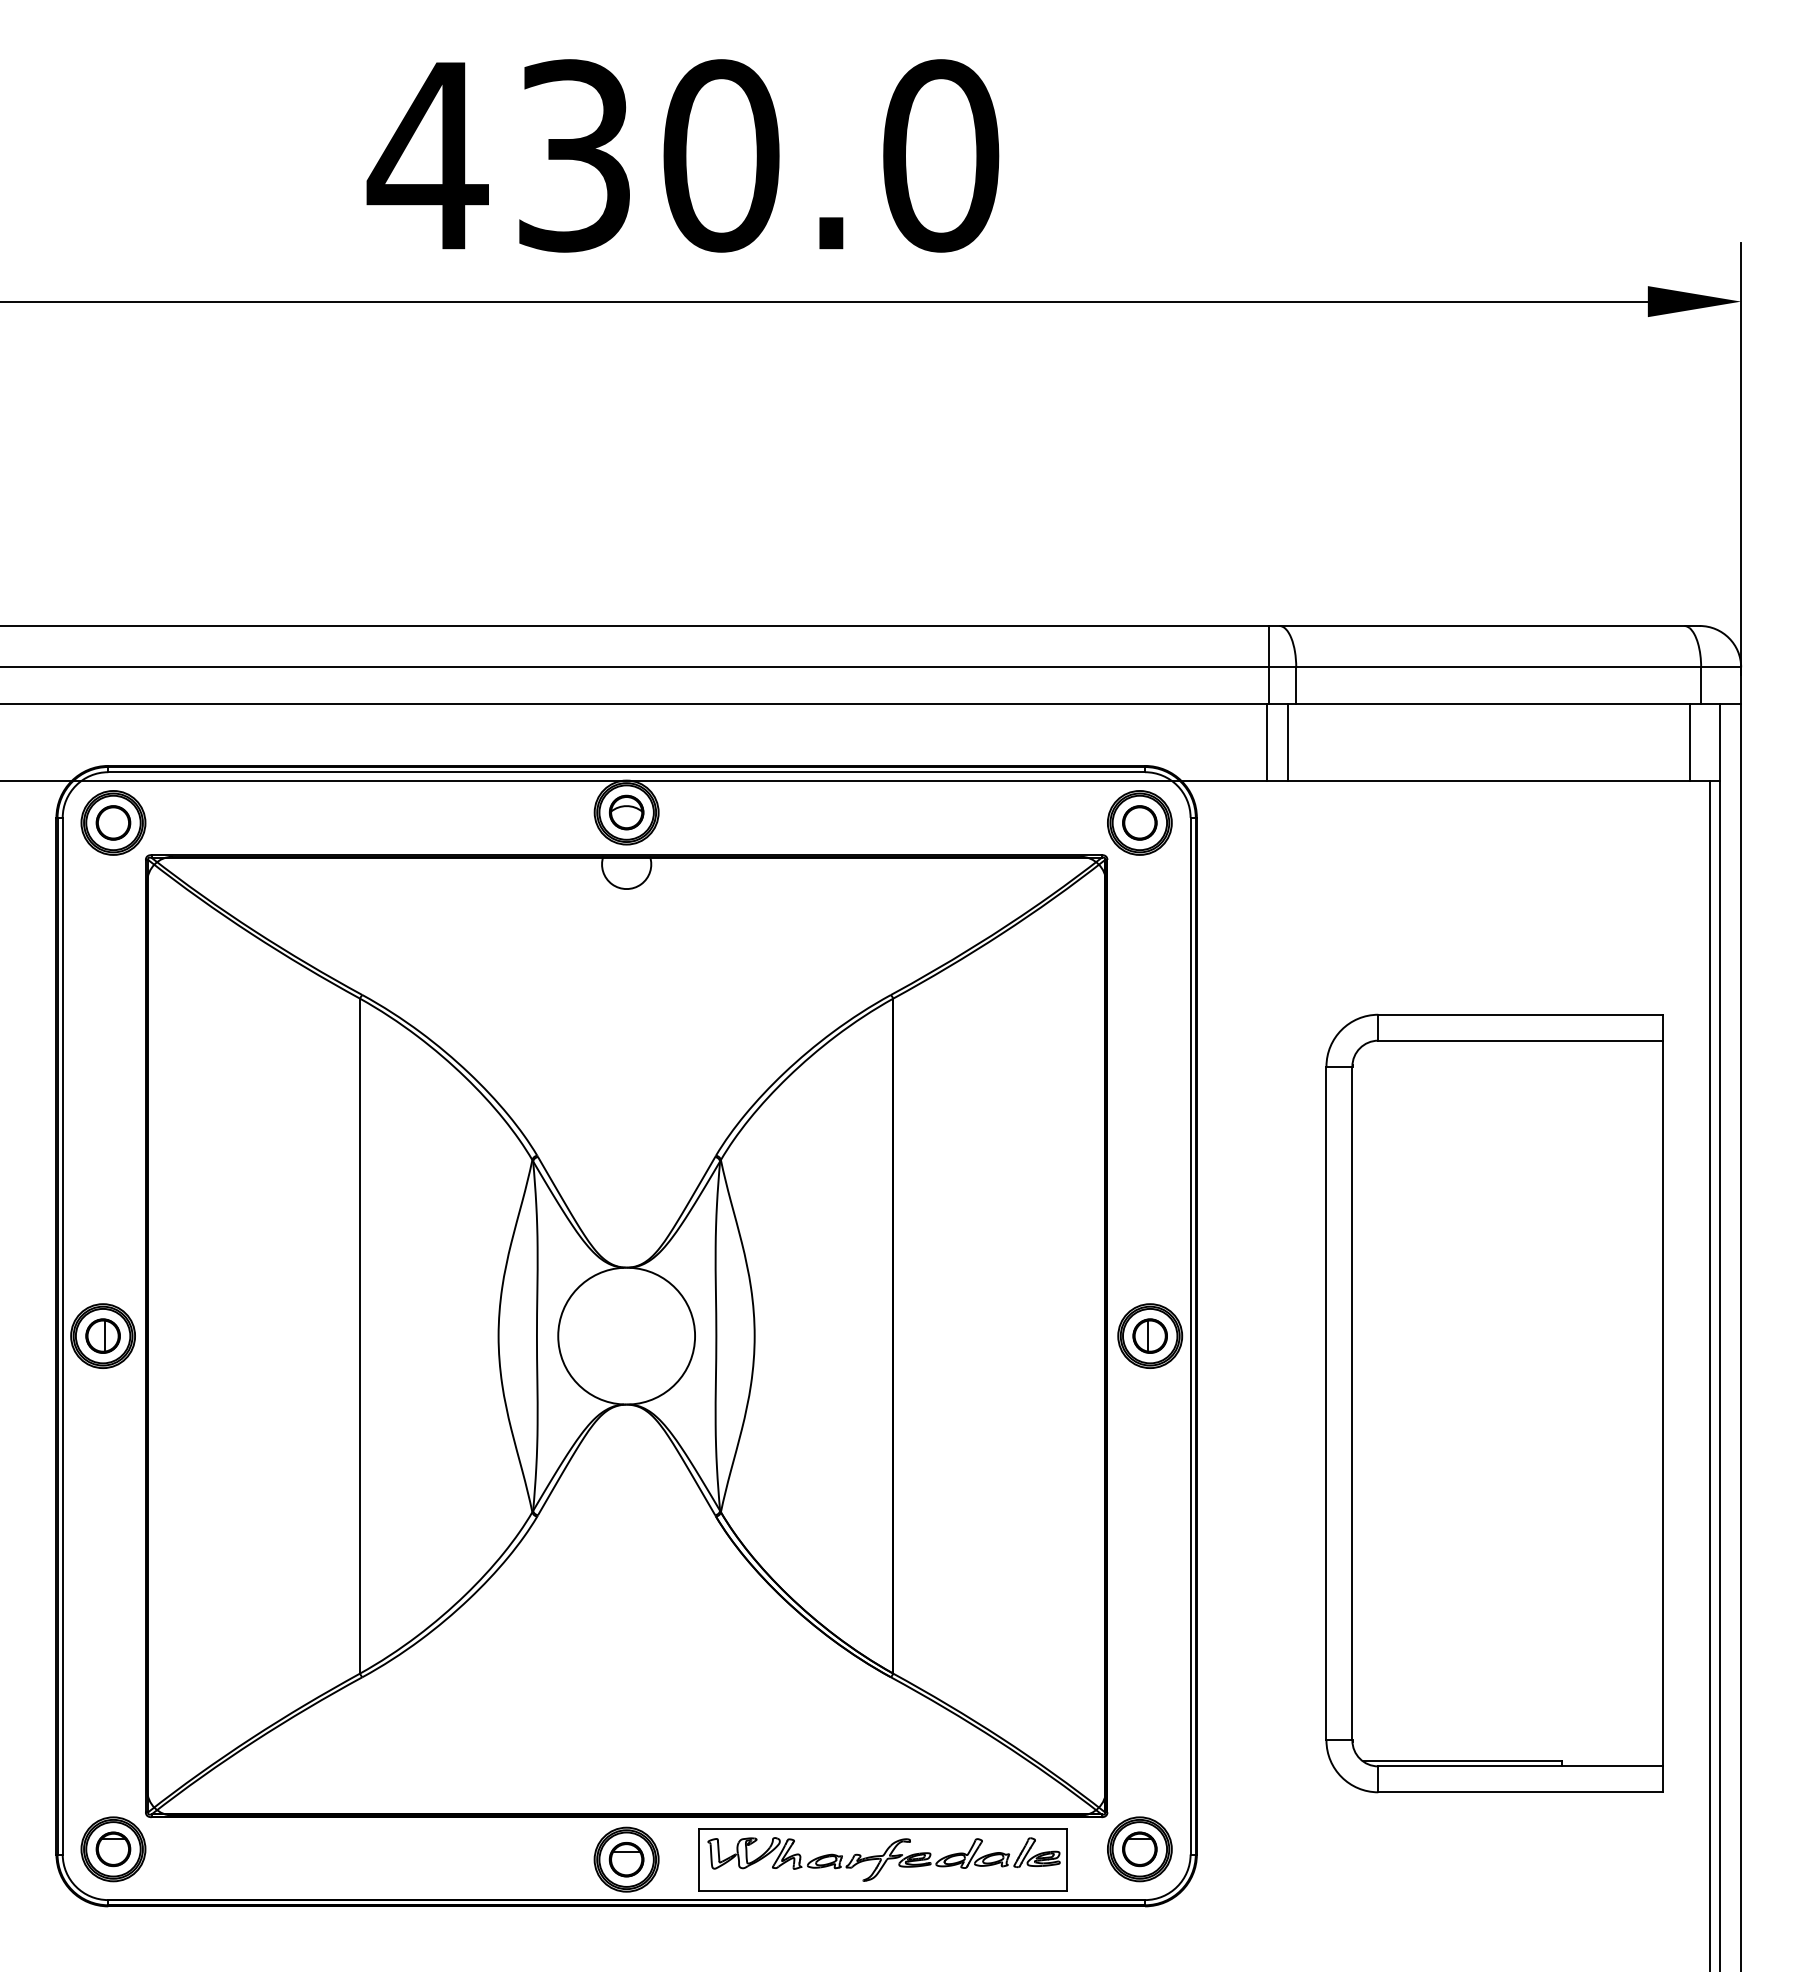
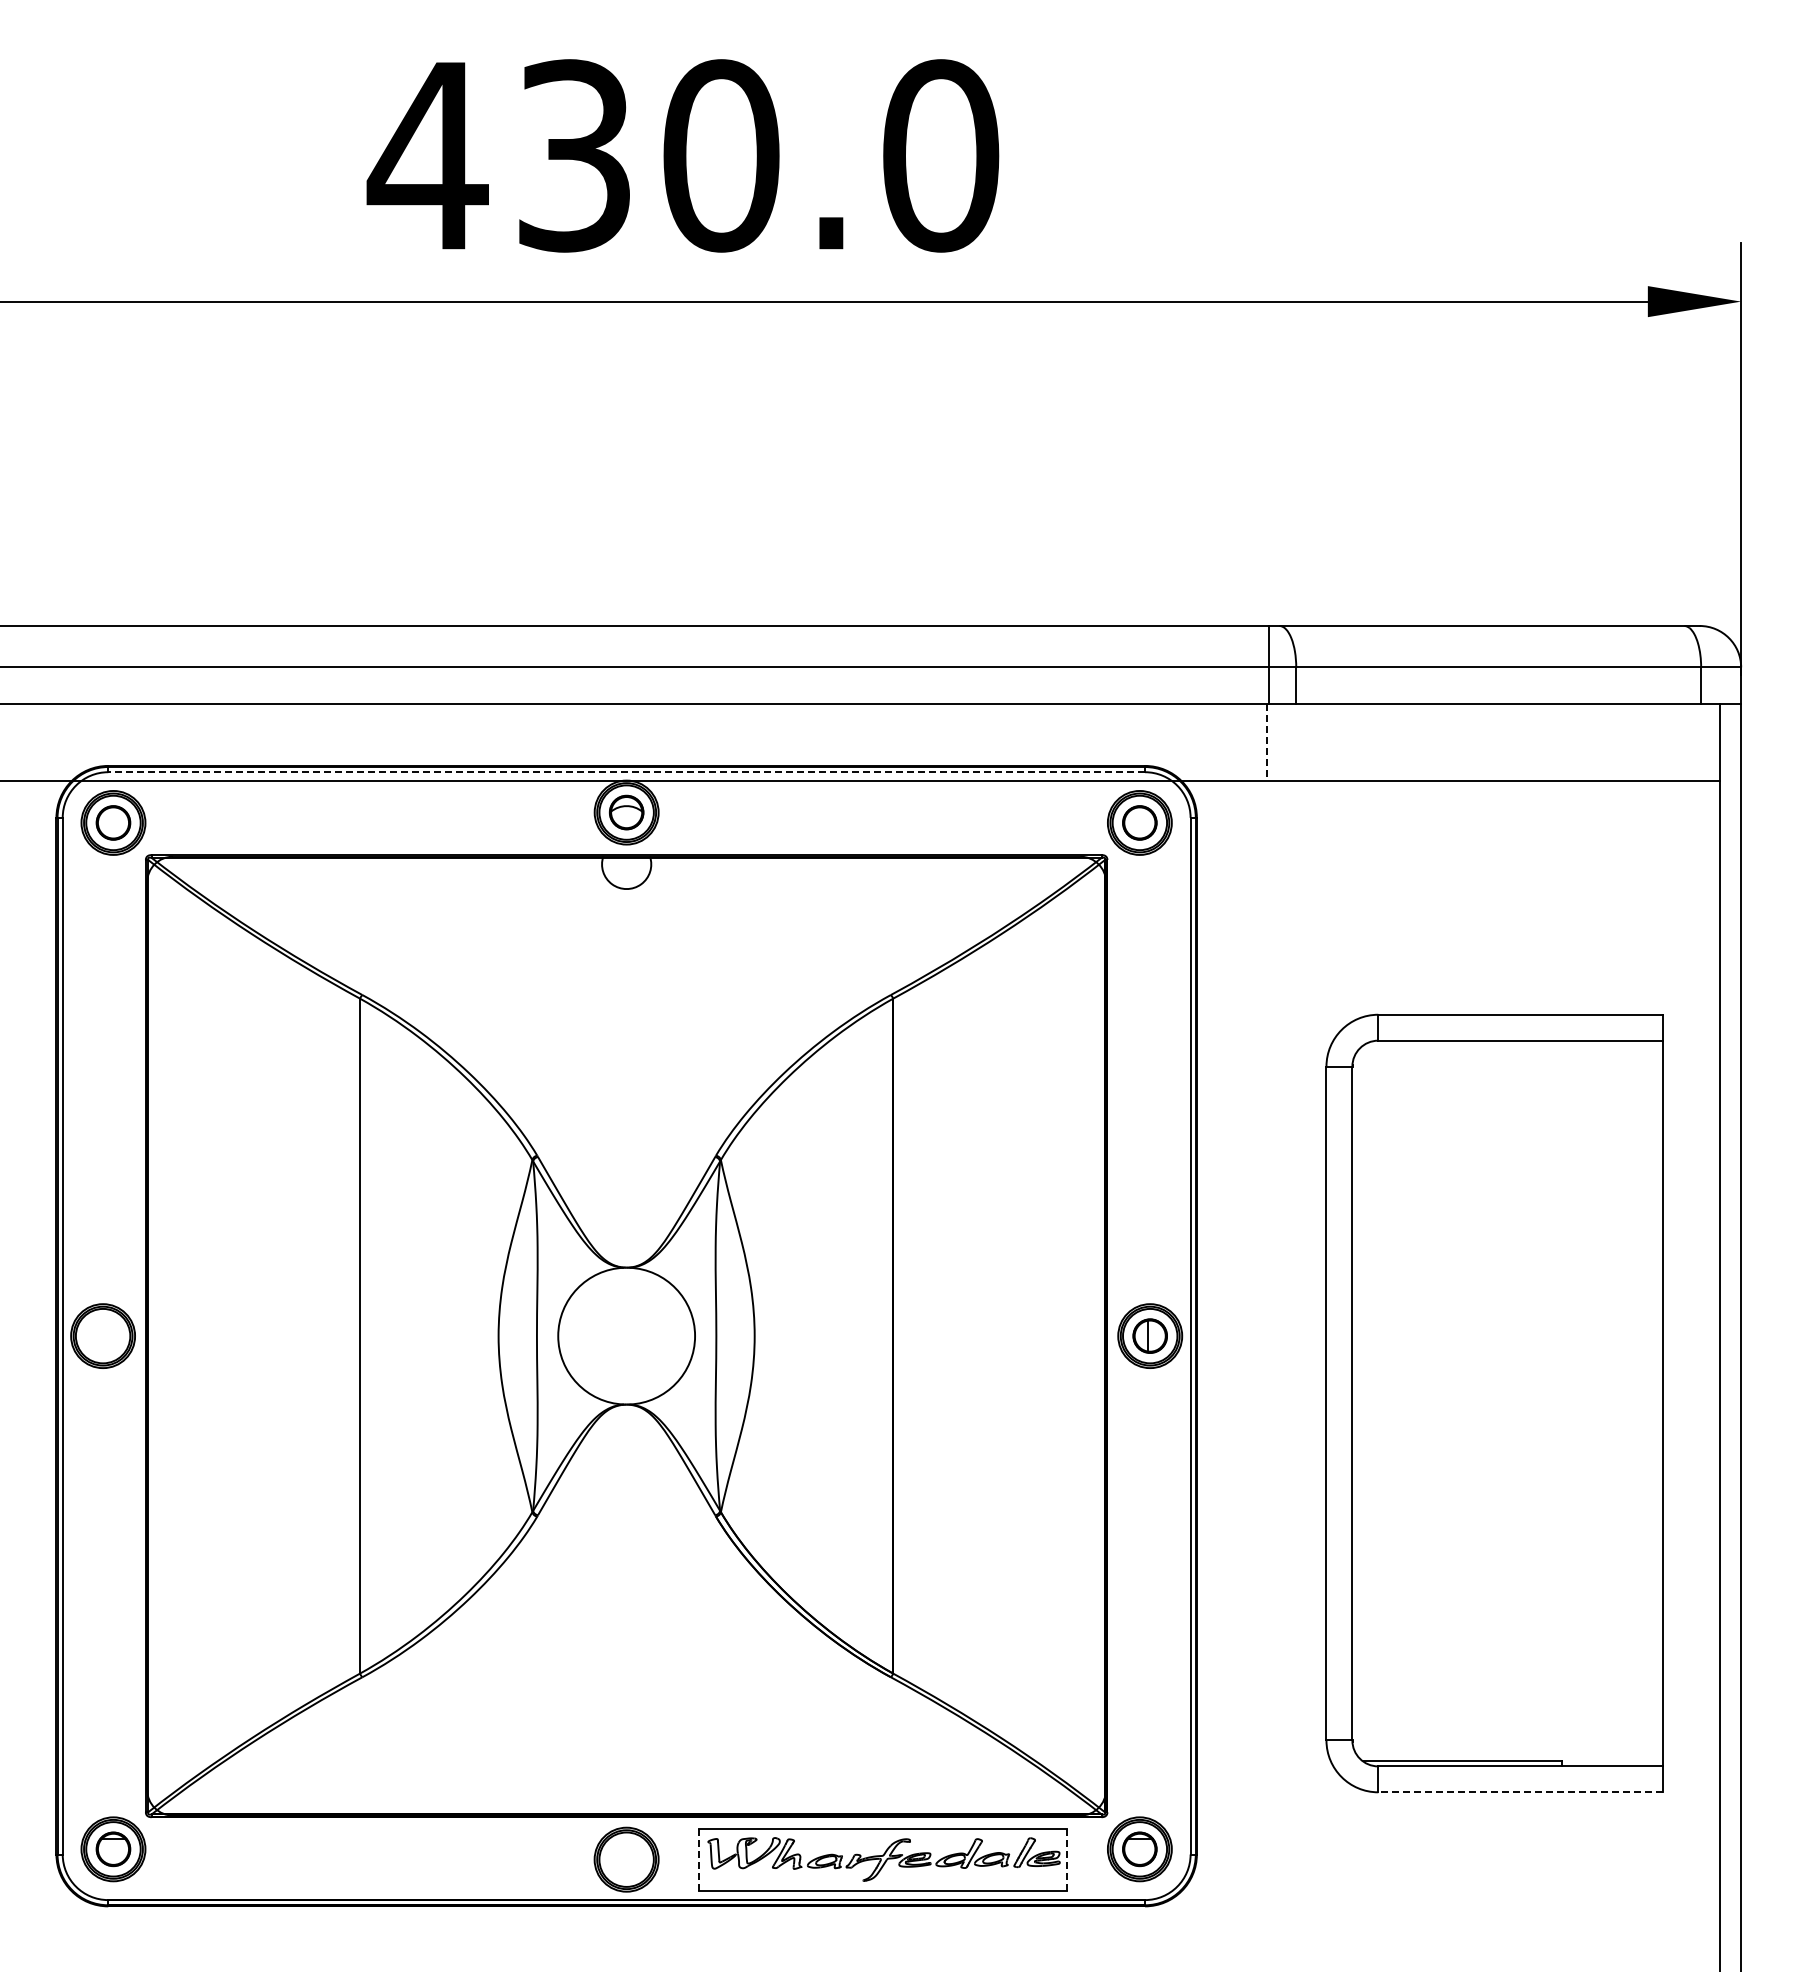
line at (1266, 742): solid -> dashed
line at (1287, 742): present -> none
line at (1689, 742): present -> none
line at (626, 772): solid -> dashed
part at (102, 1335): present -> none
line at (1710, 1374): present -> none
line at (1520, 1792): solid -> dashed
part at (626, 1859): present -> none
line at (699, 1859): solid -> dashed
line at (1067, 1860): solid -> dashed
